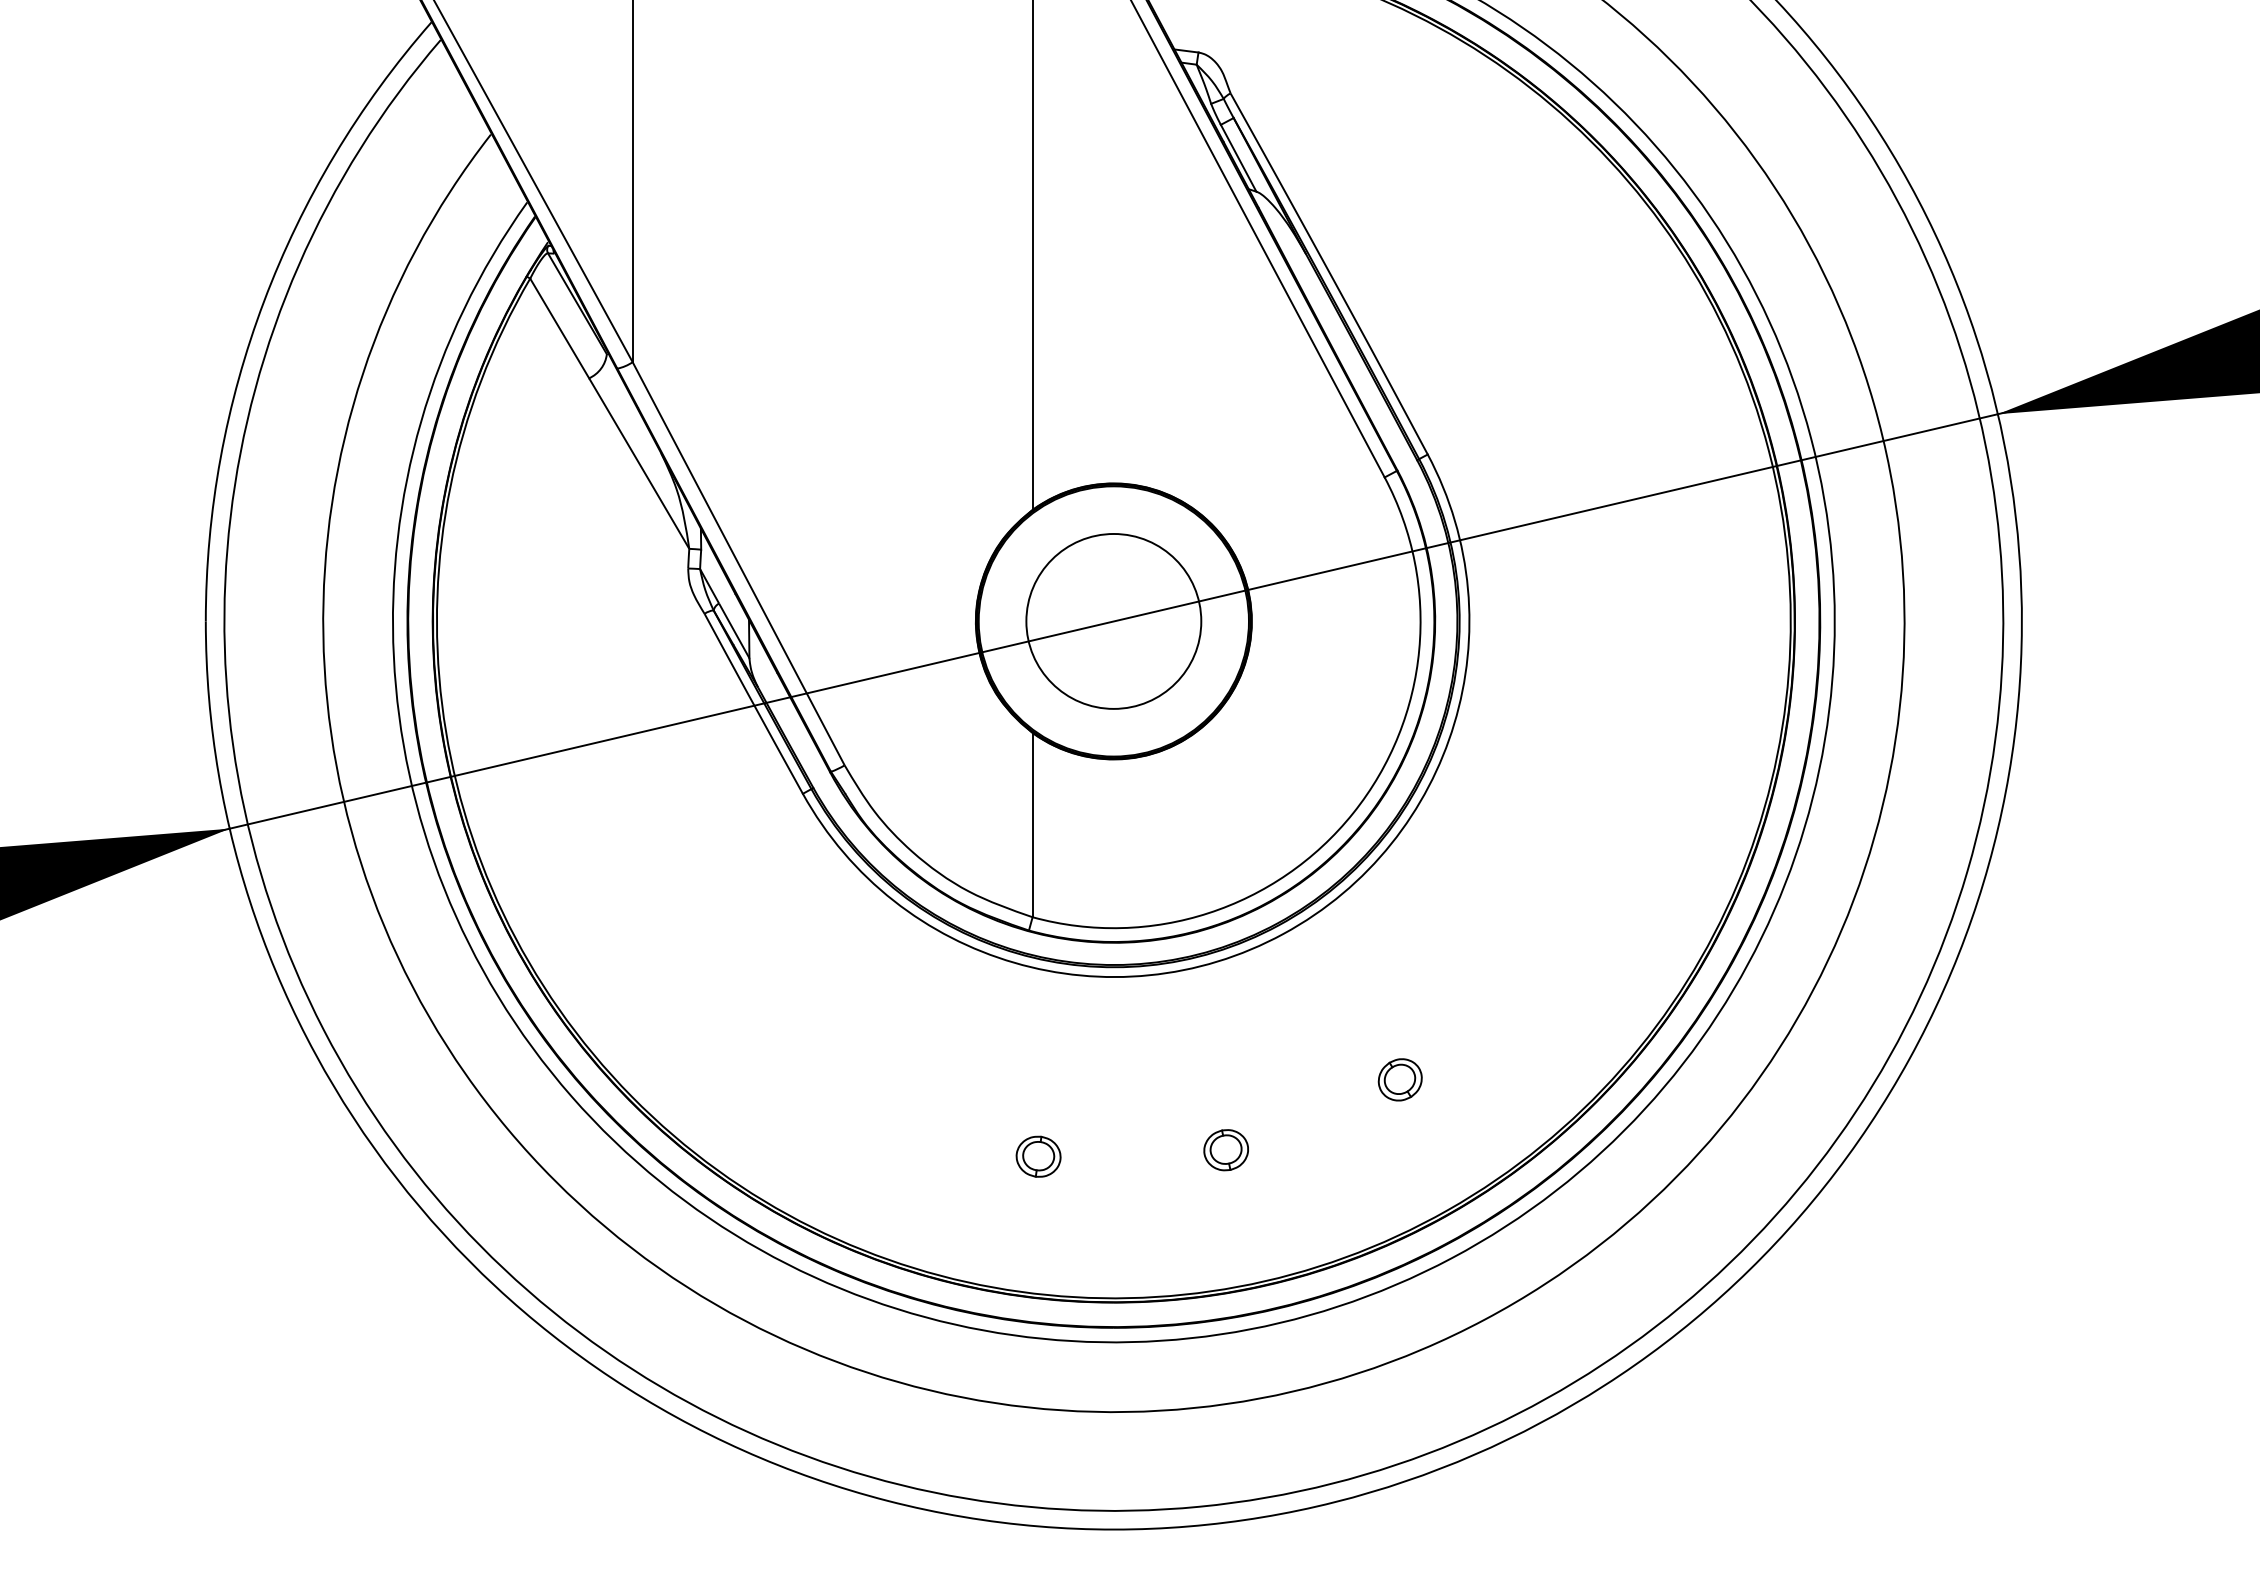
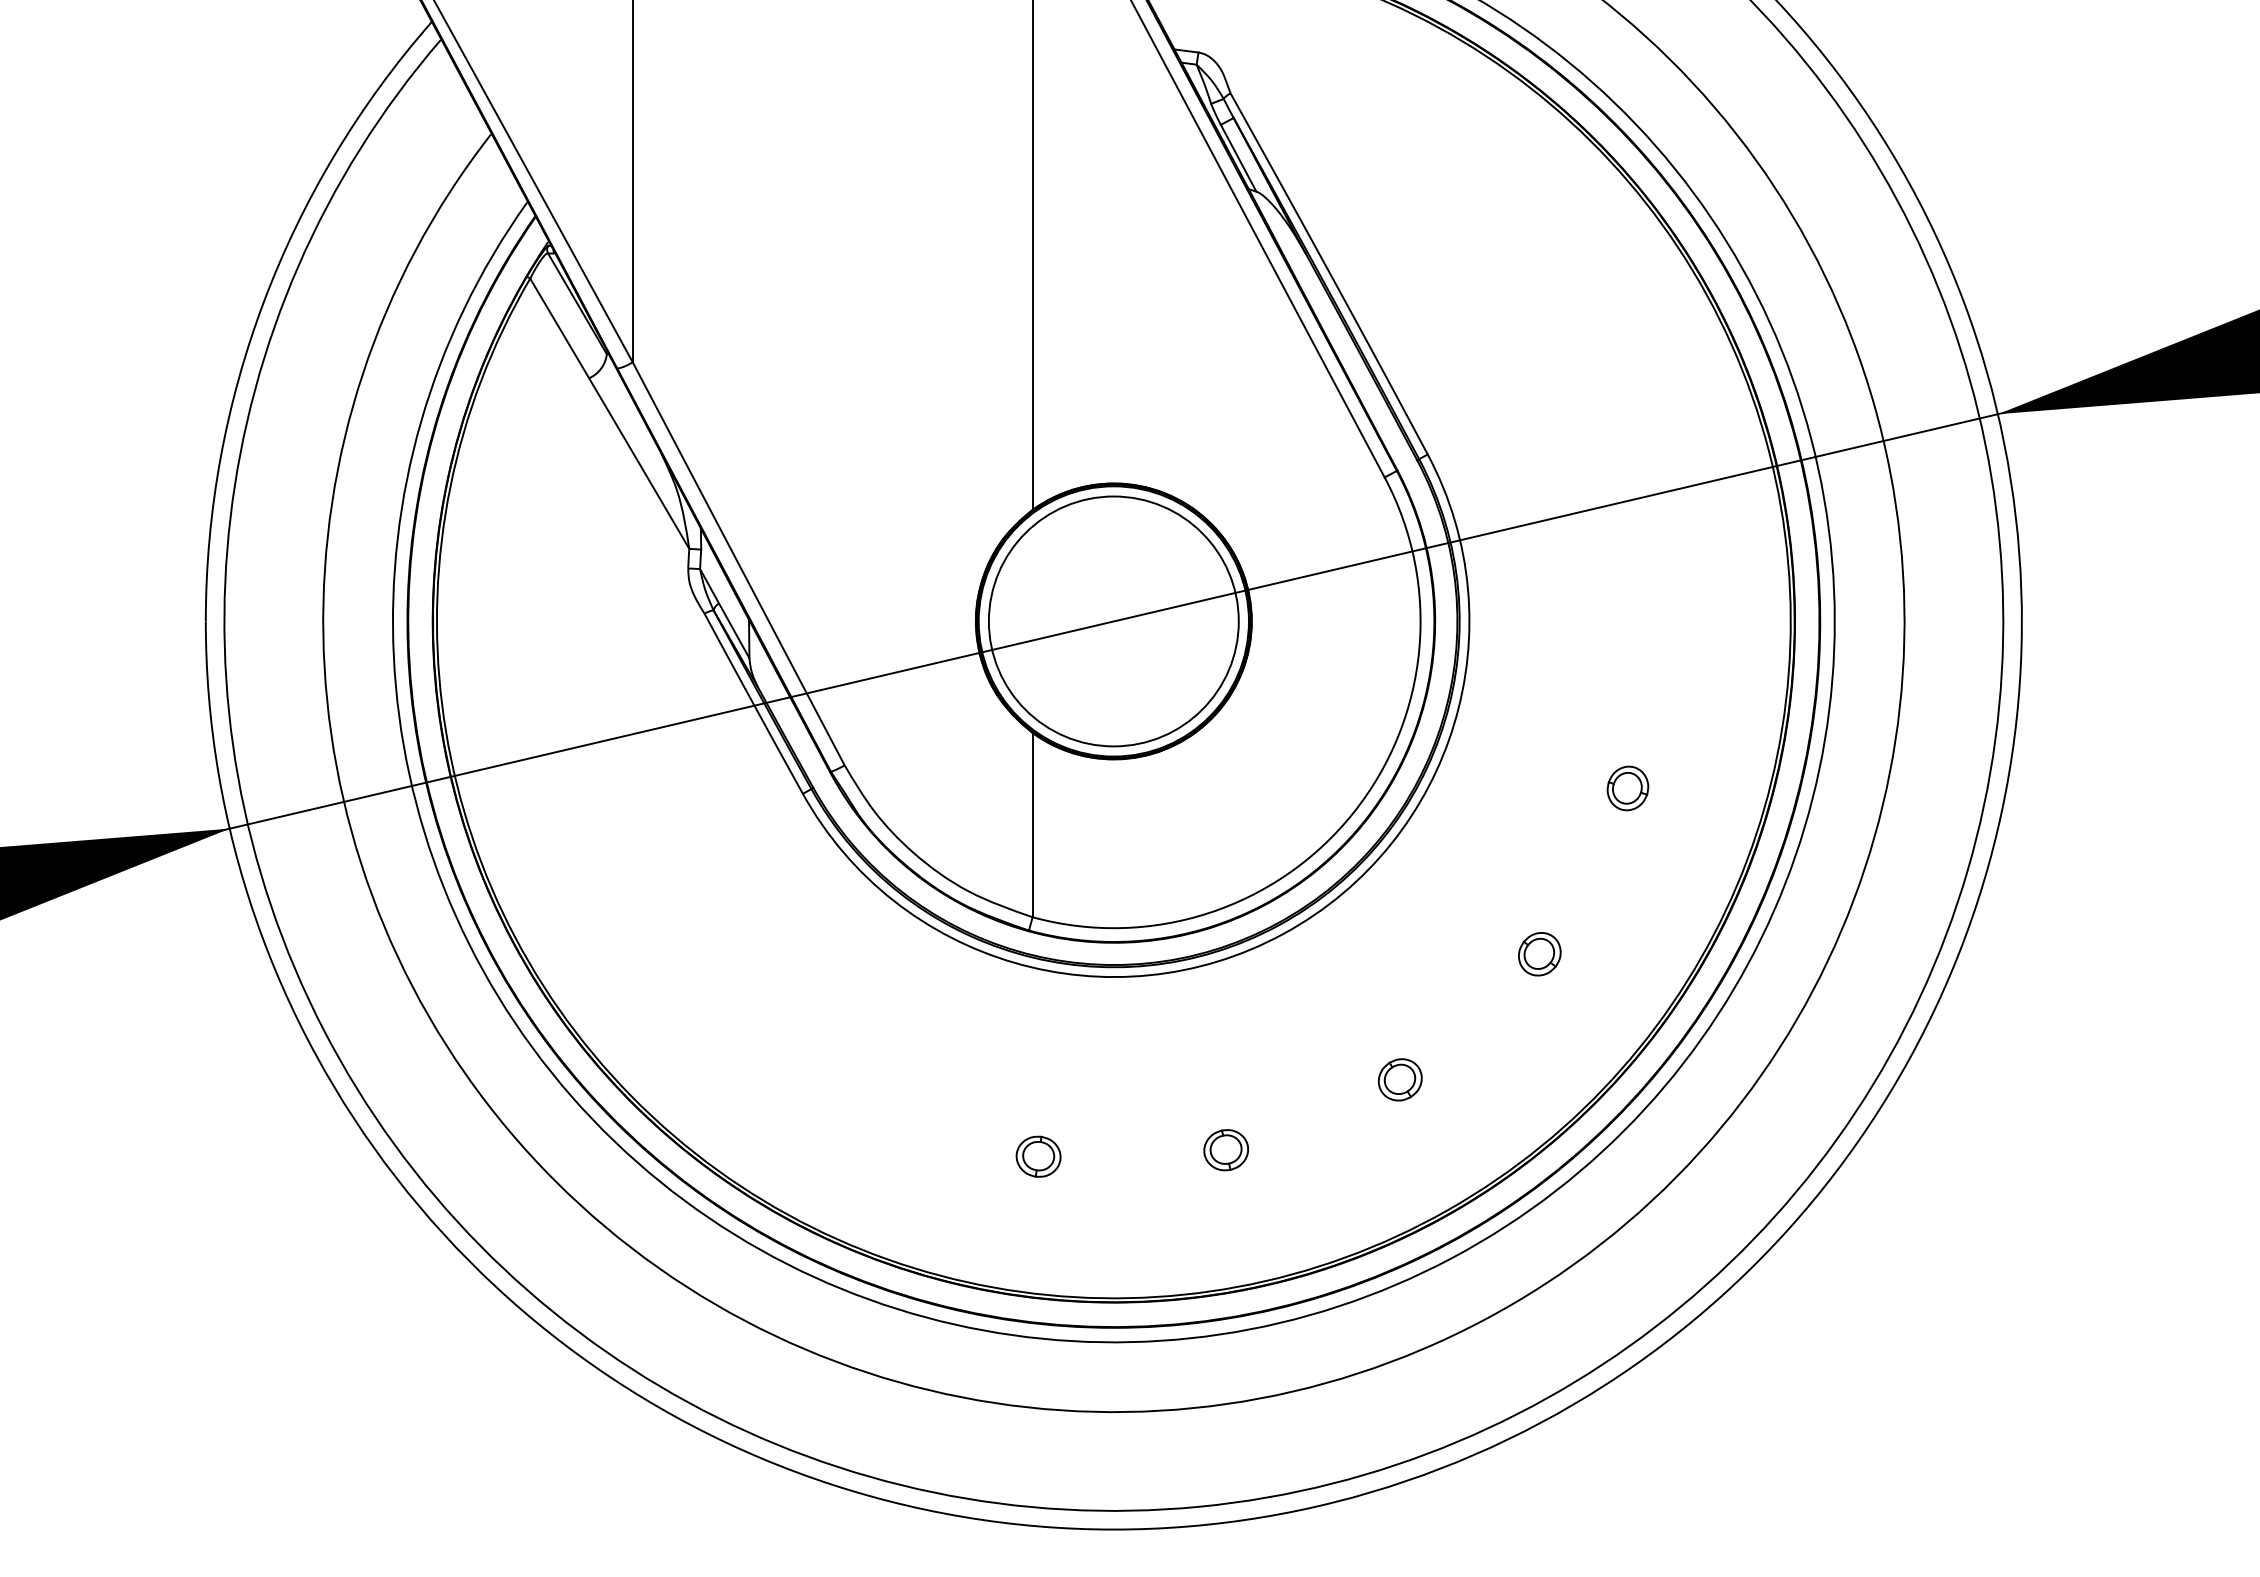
circle at (1113, 620) diameter: 175 px -> 250 px
part at (1627, 788): none -> present
part at (1539, 954): none -> present
